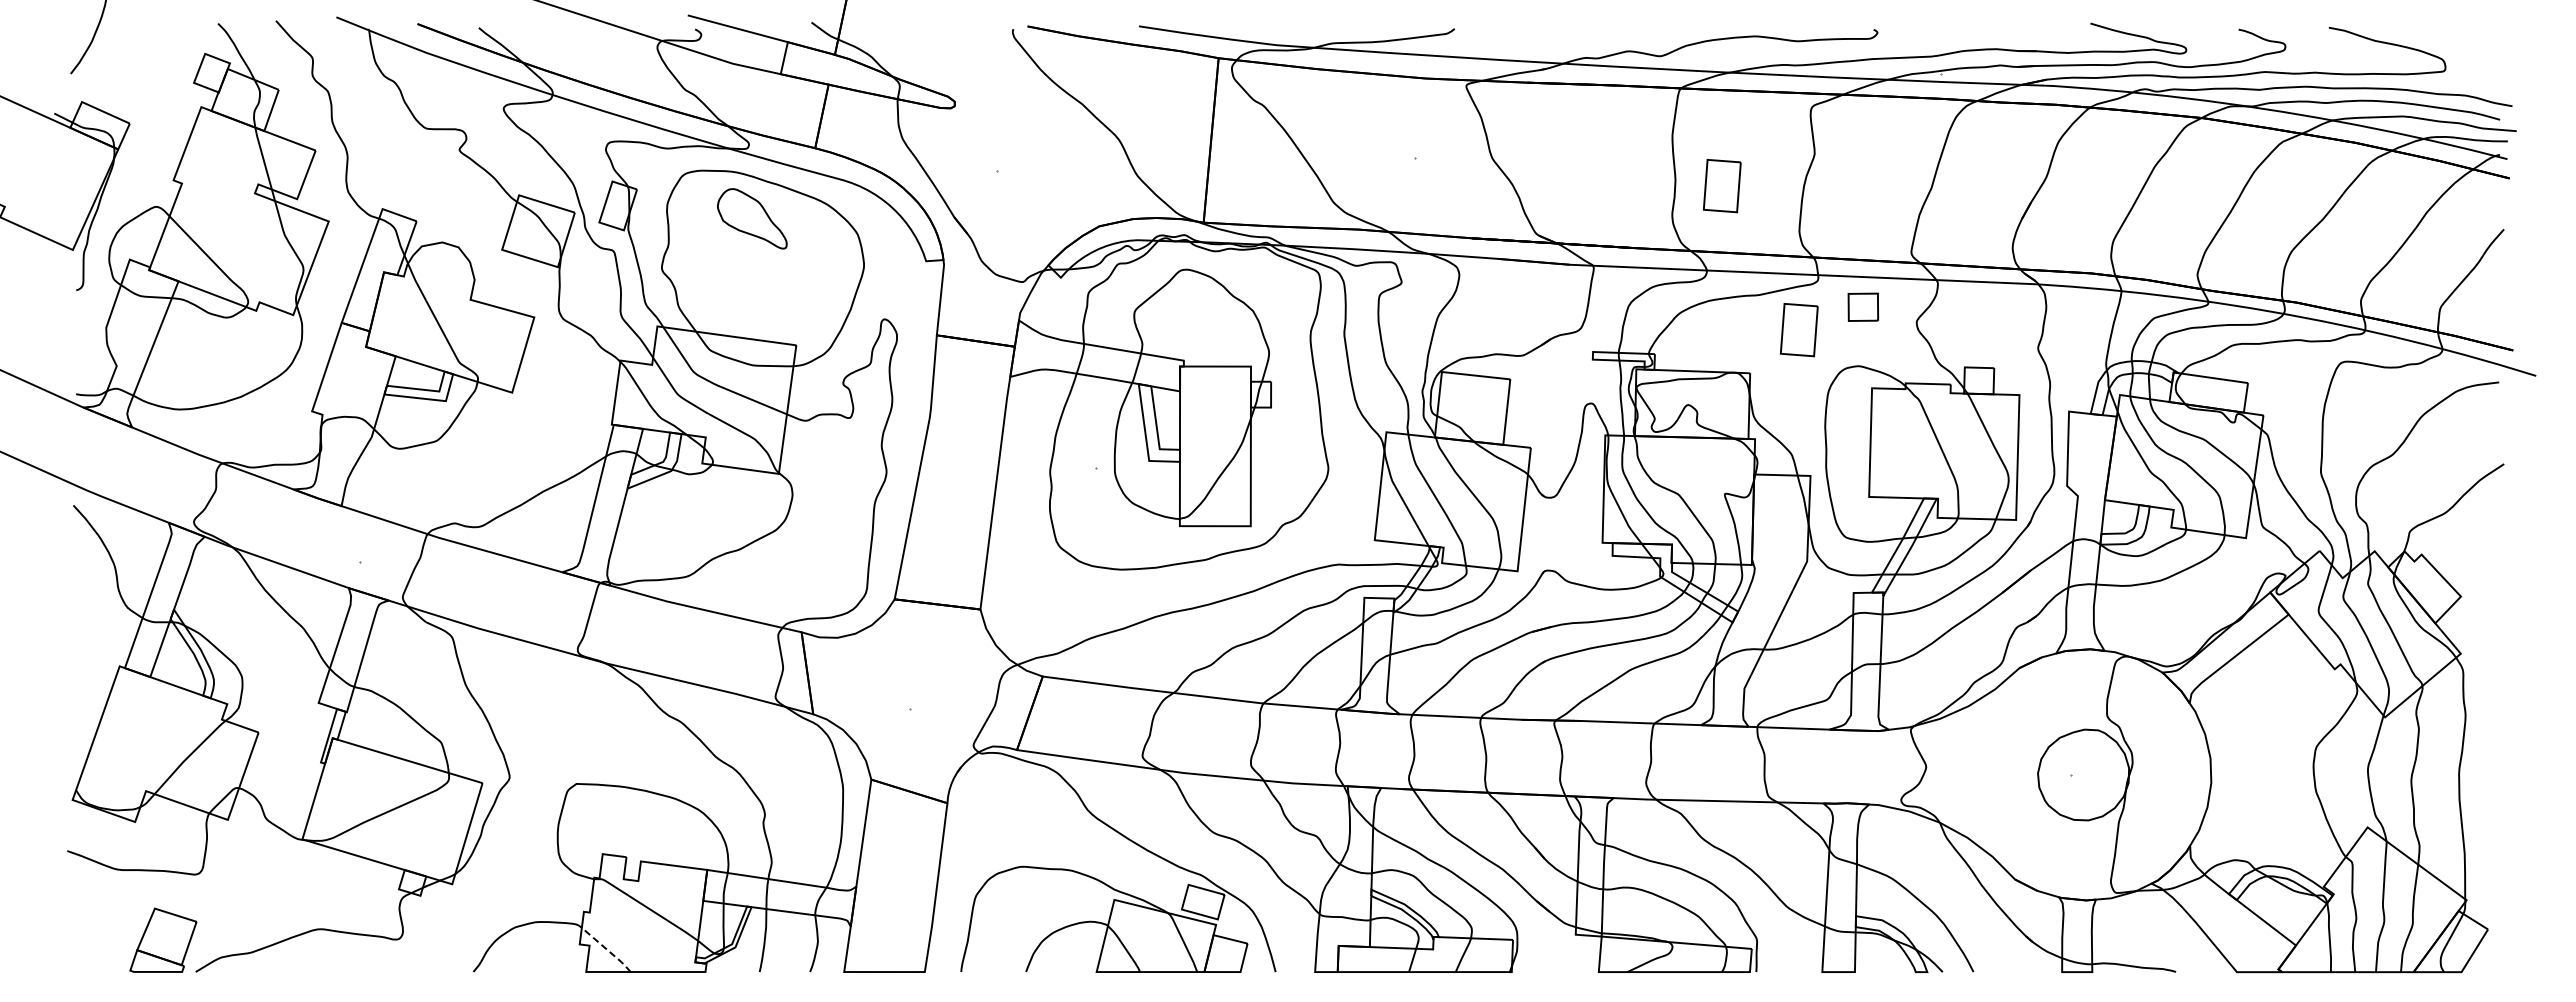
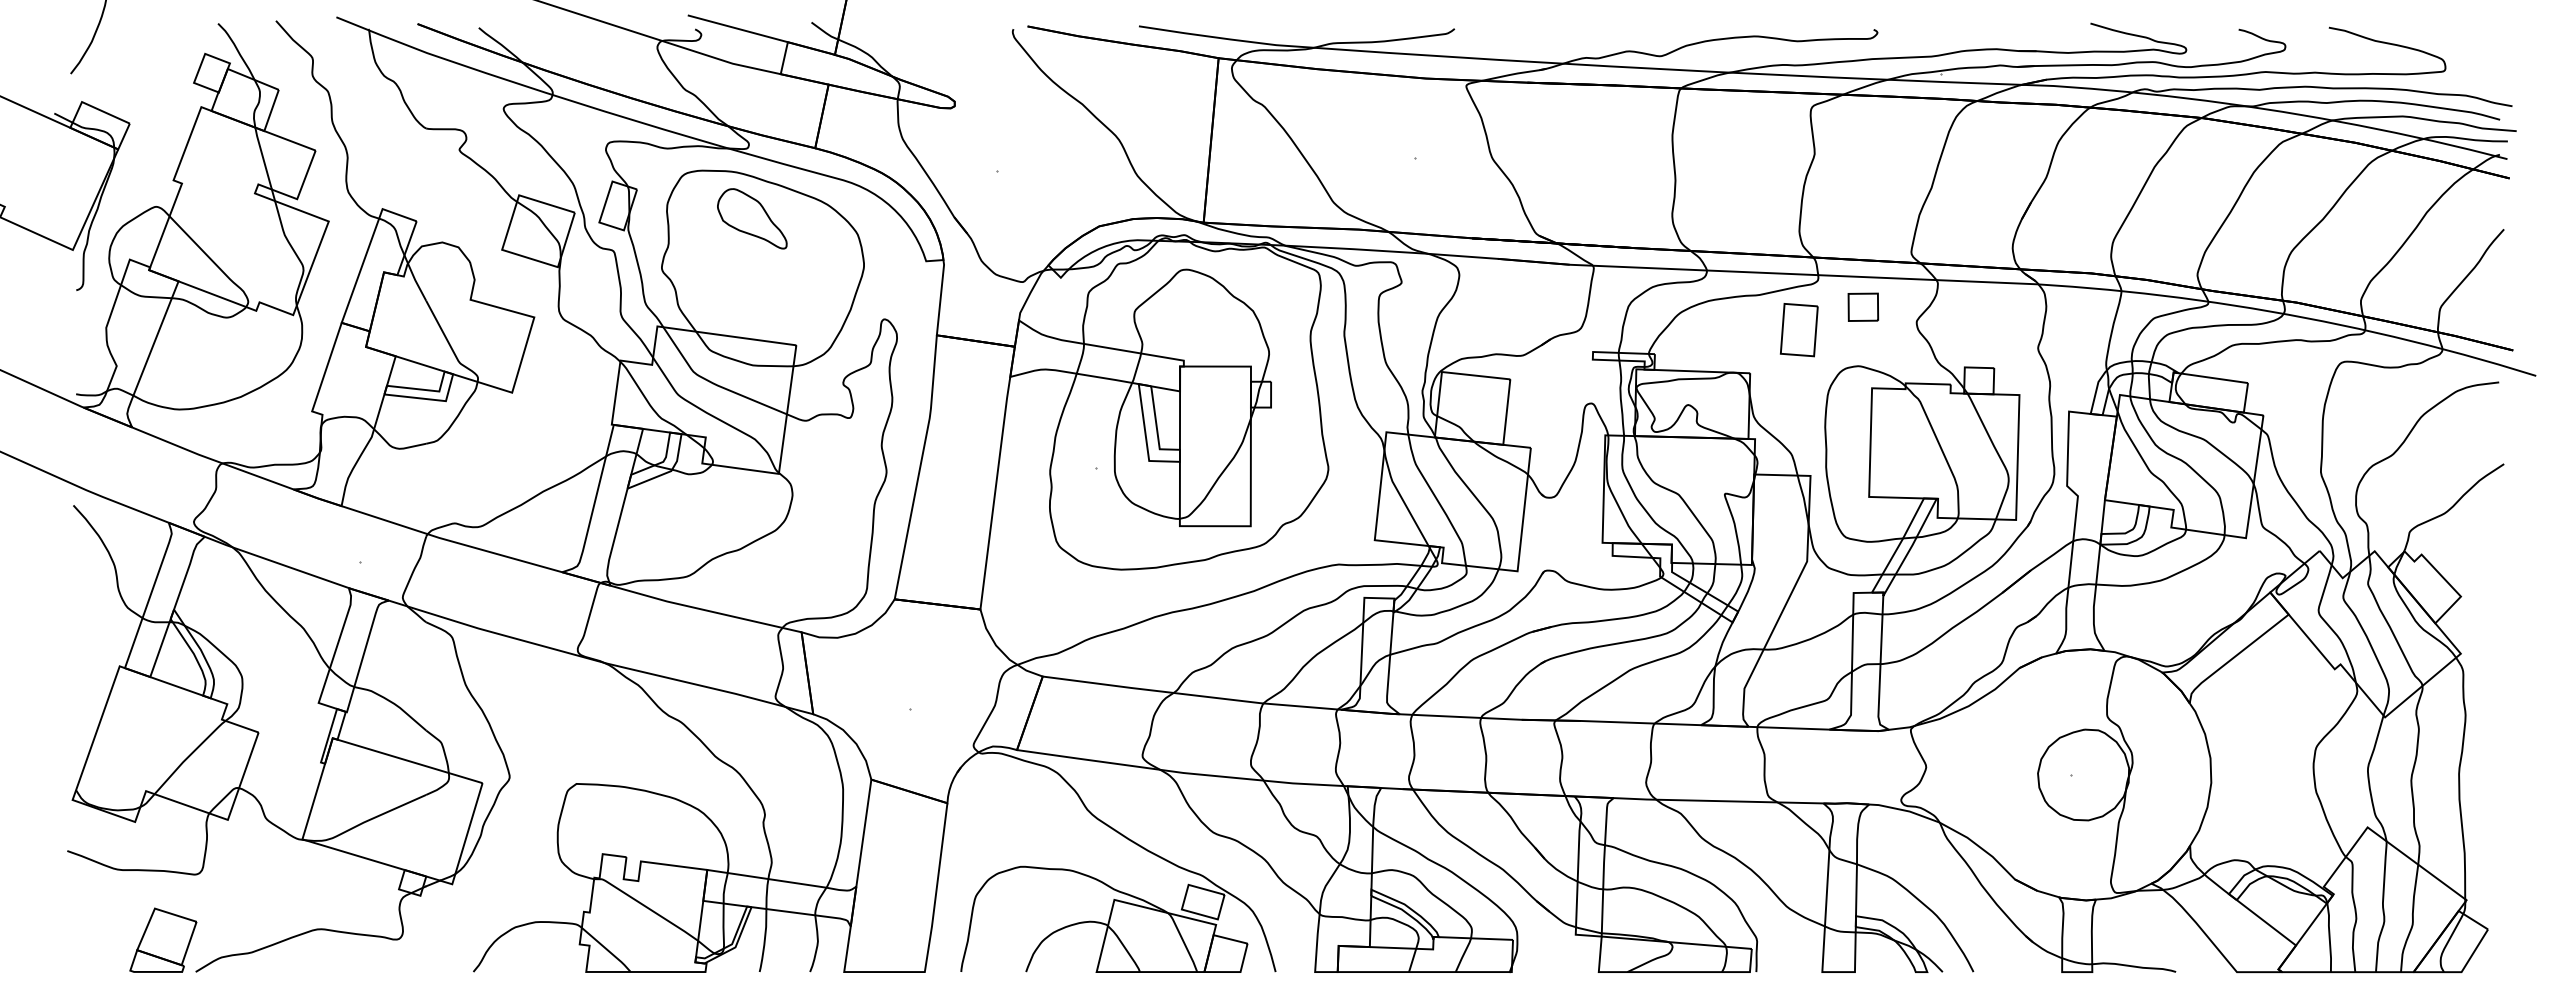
part at (1722, 186): present -> none
line at (607, 950): dashed -> solid
